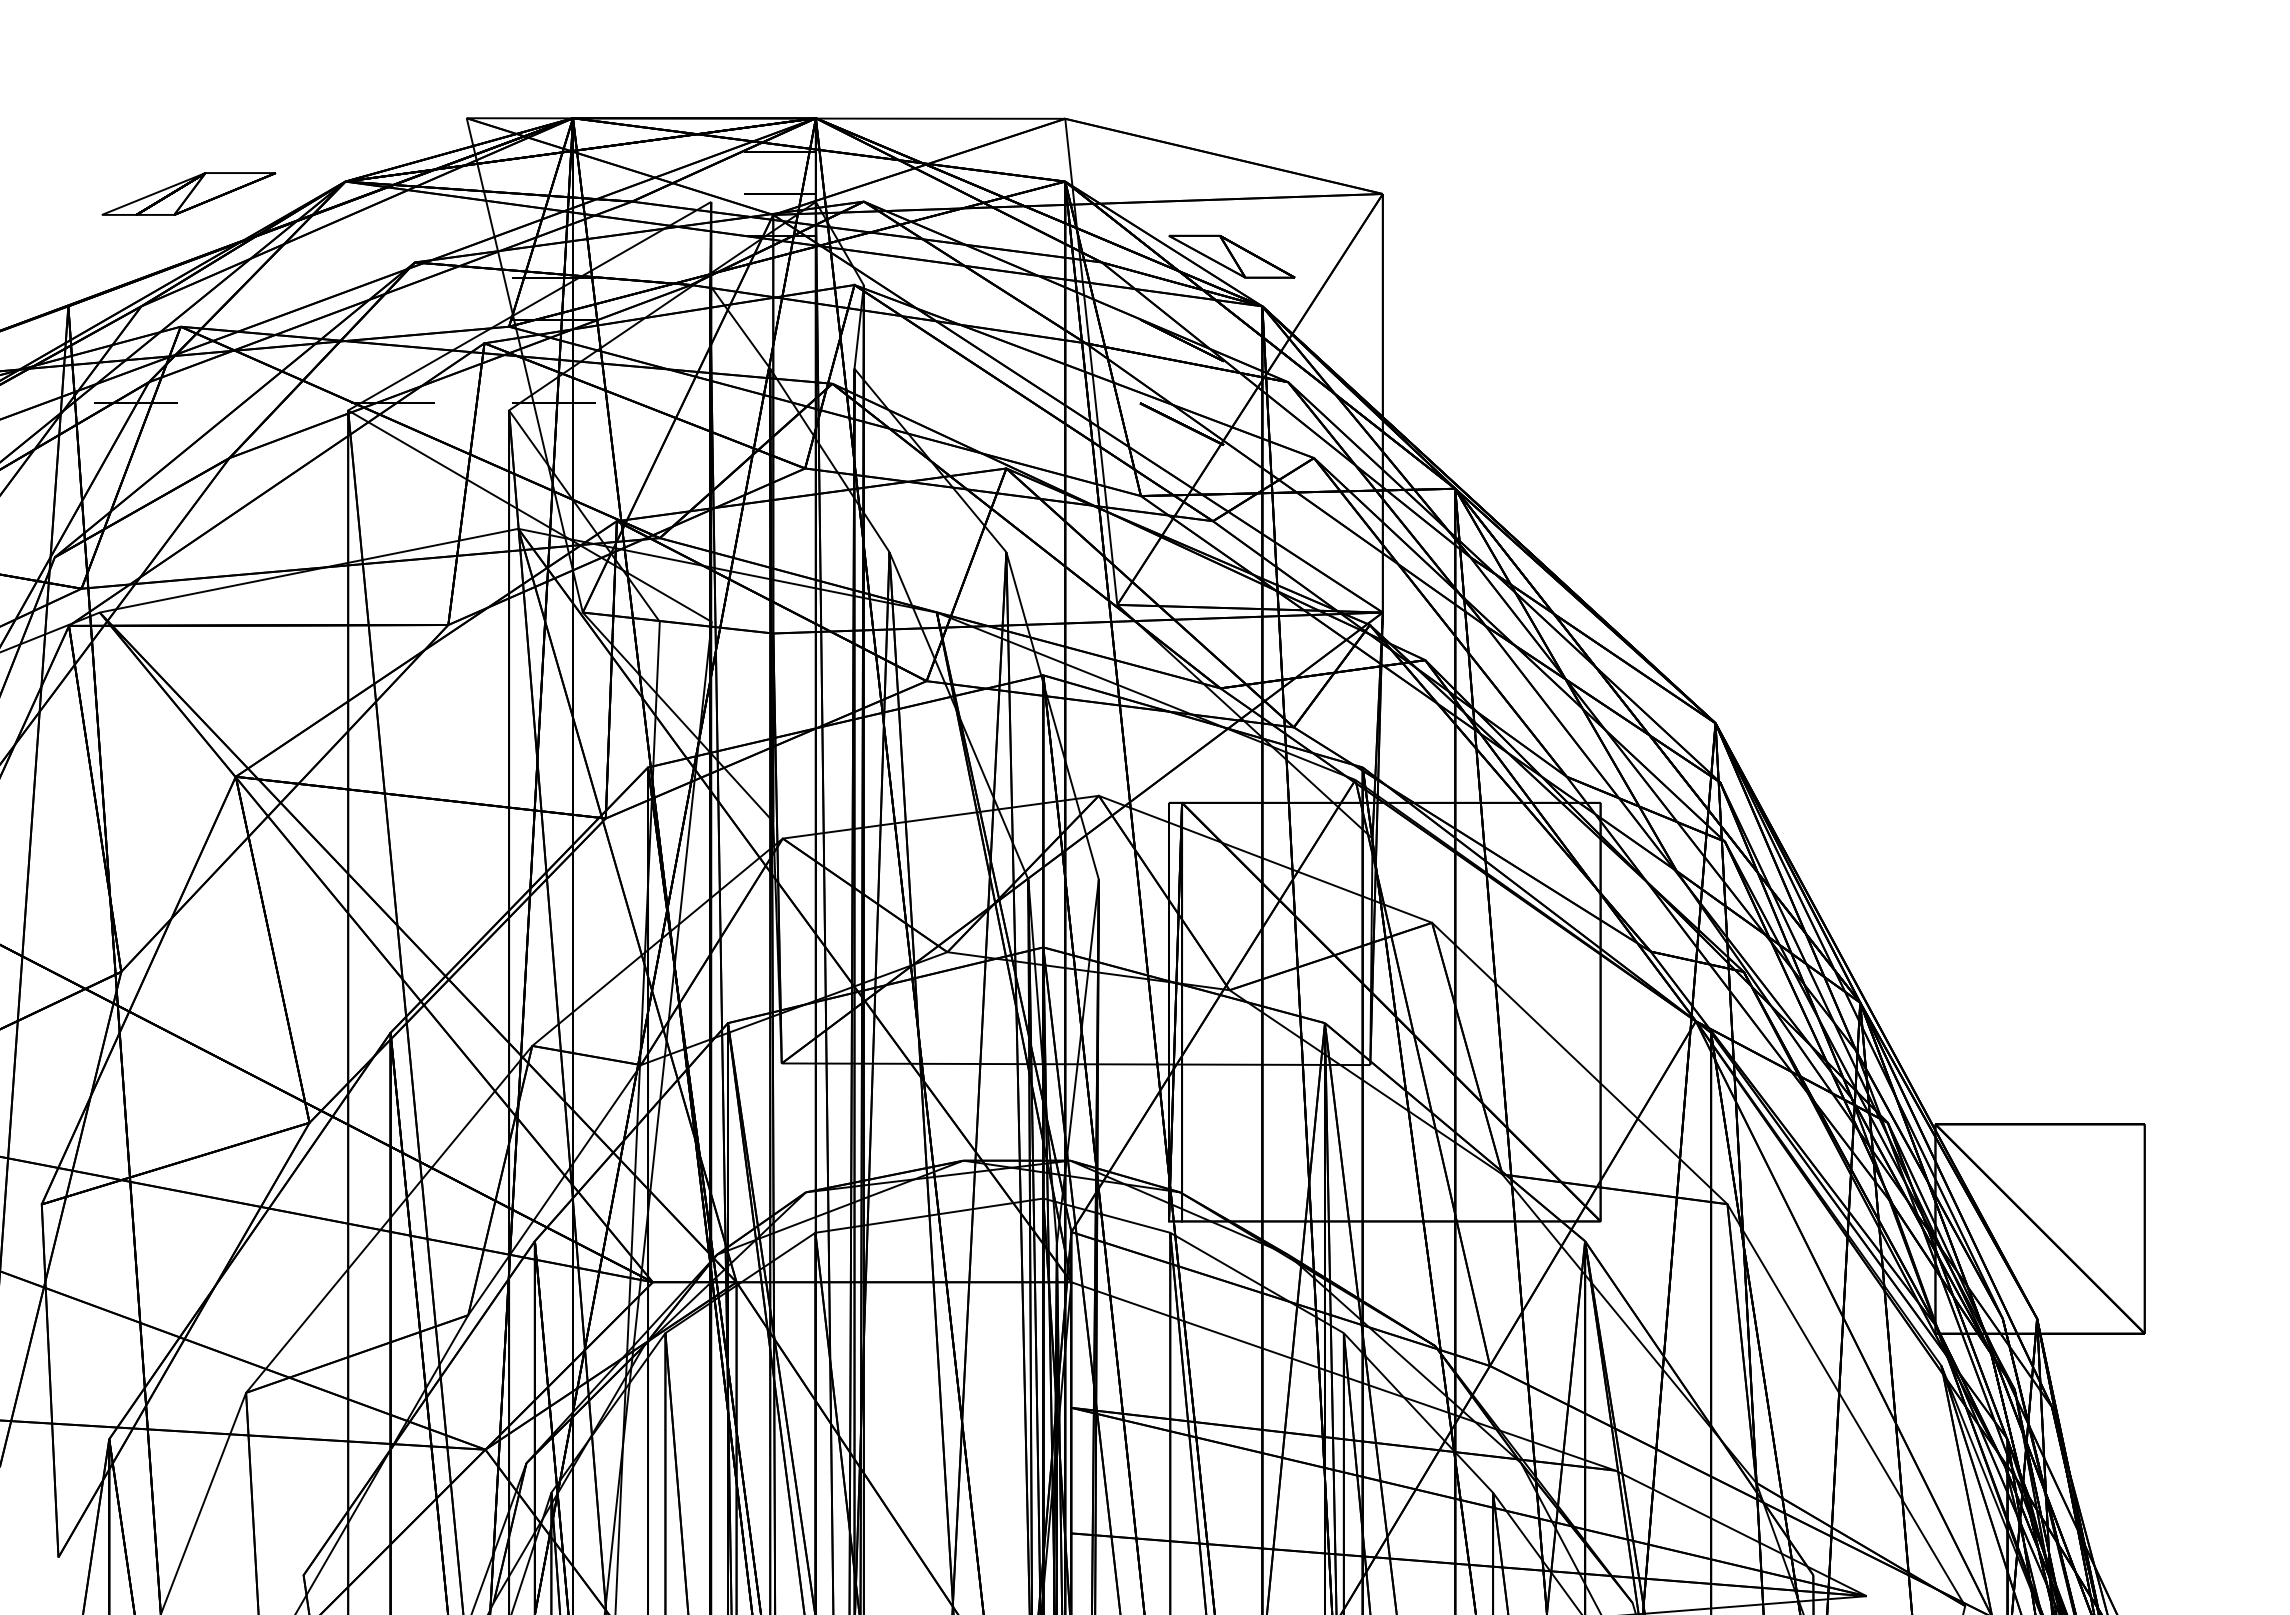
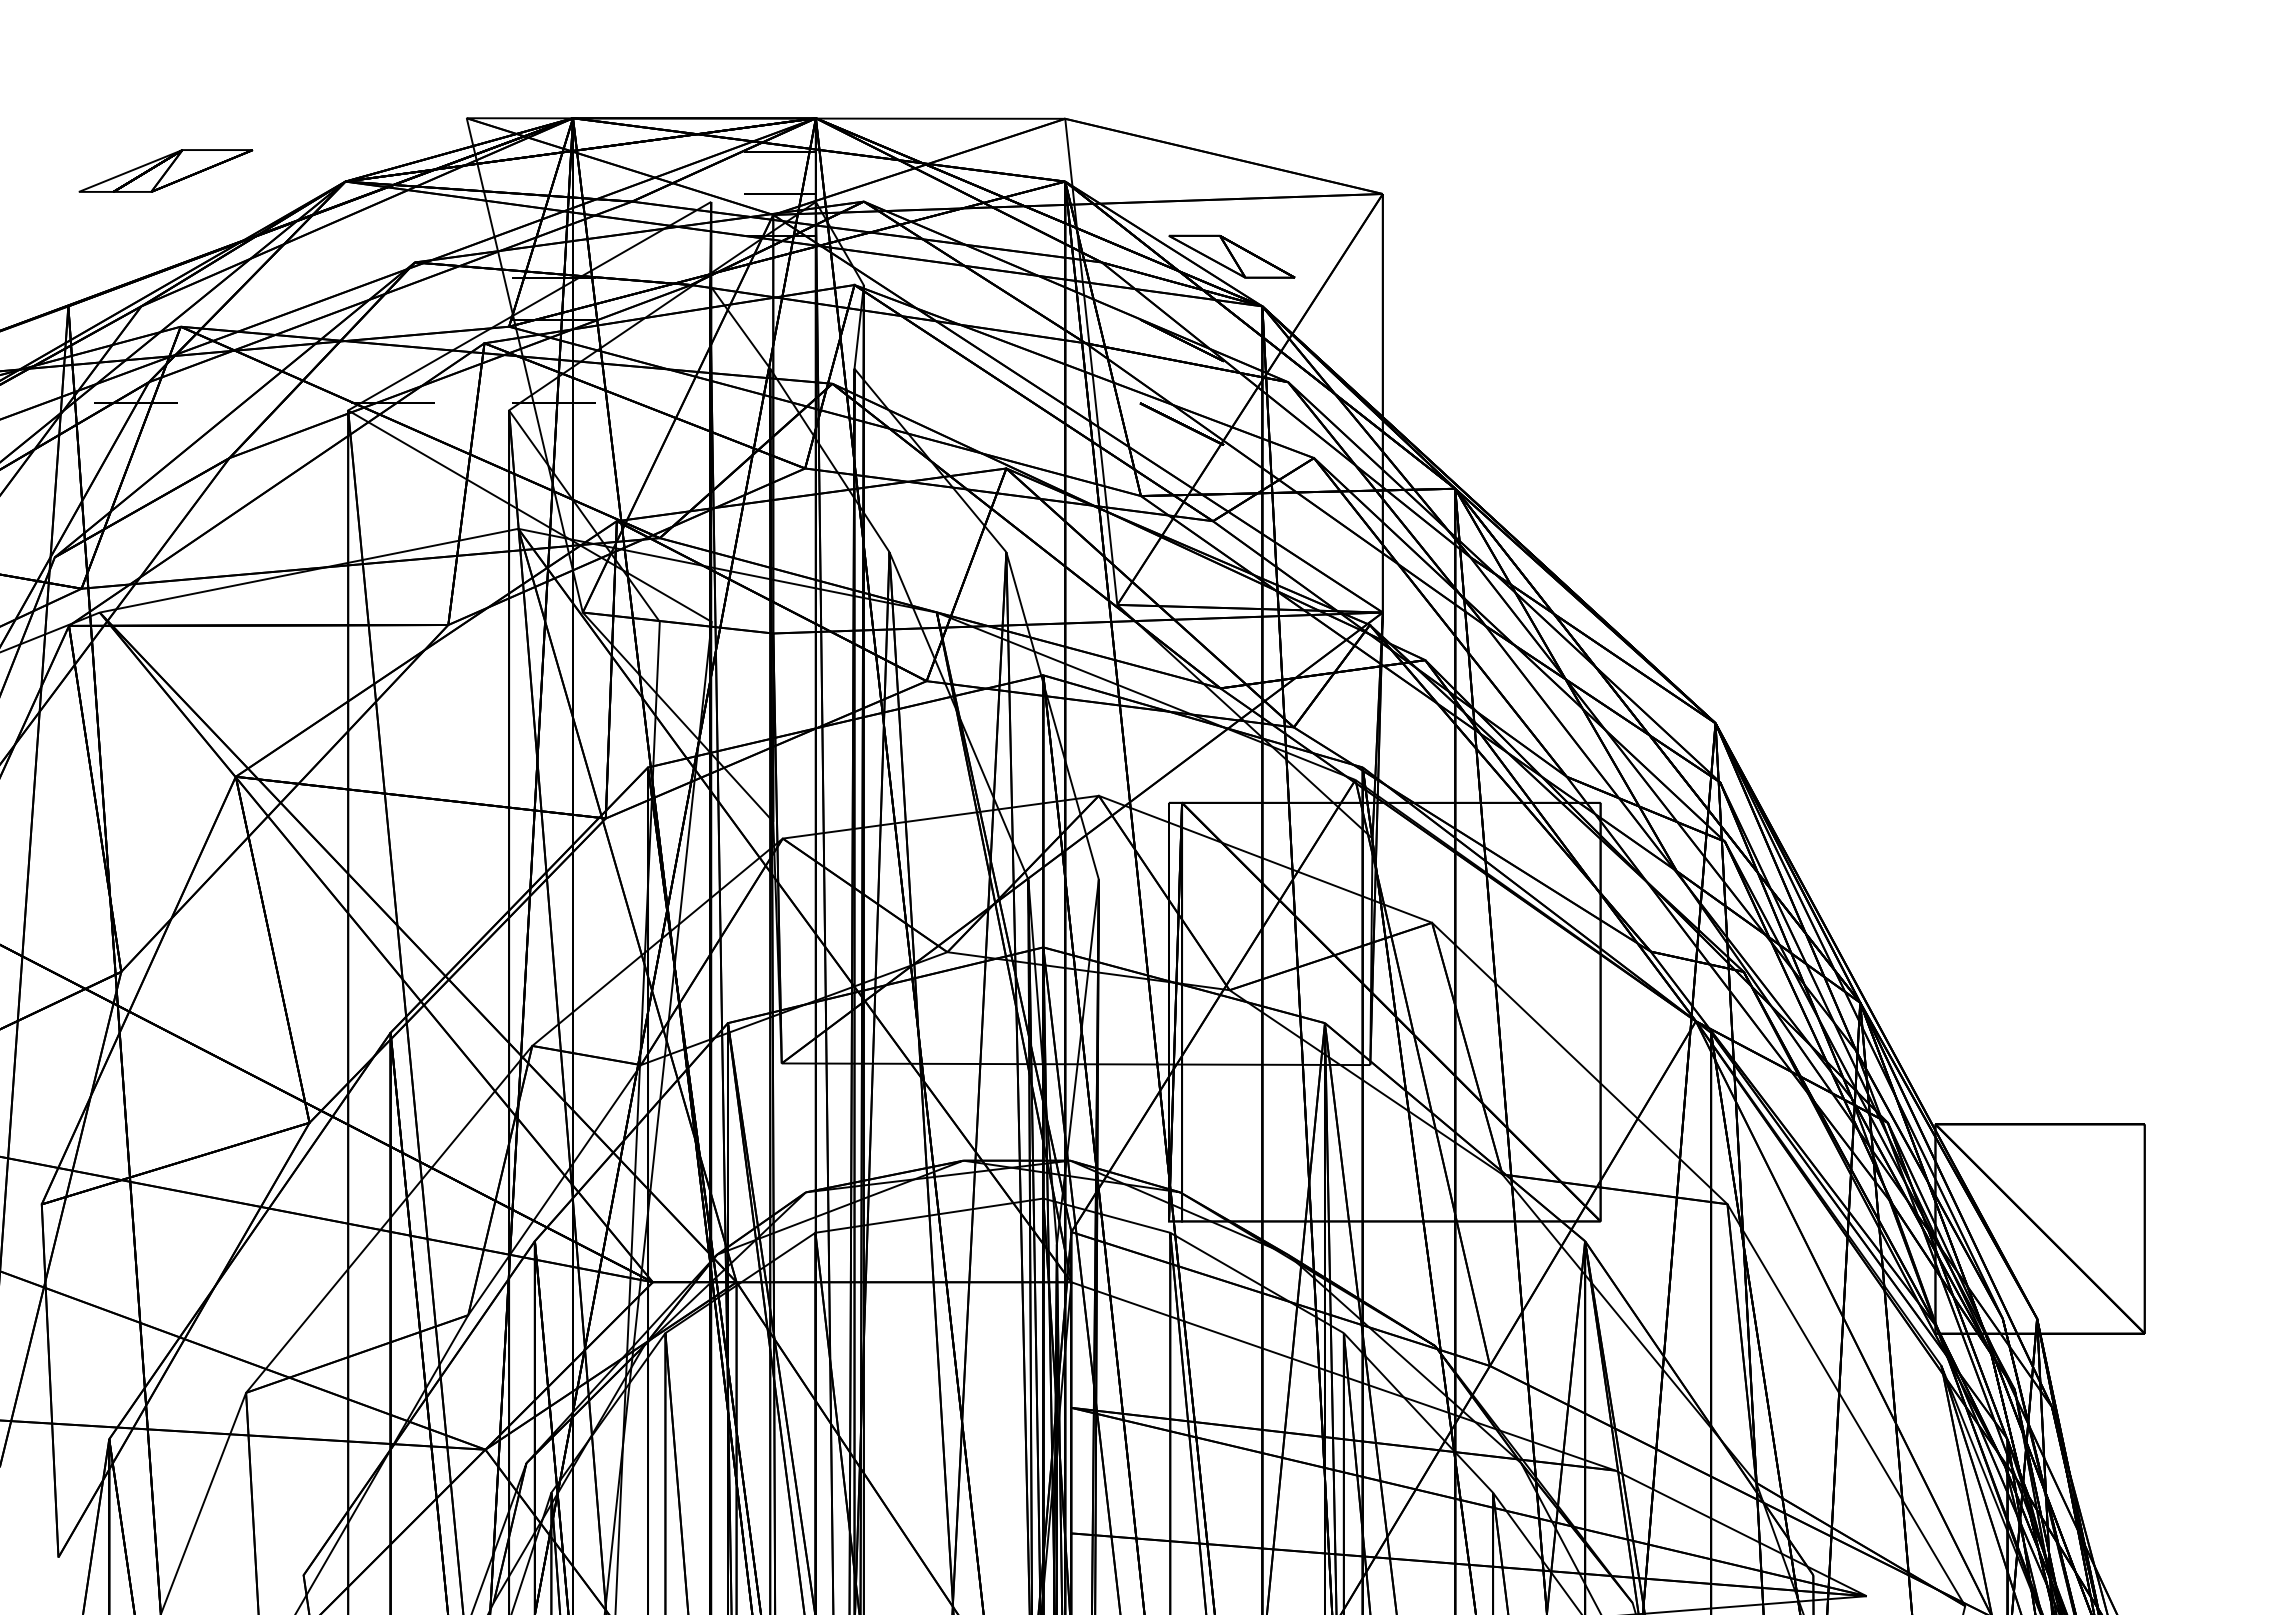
part at (188, 193) position: (188, 193) -> (165, 170)
